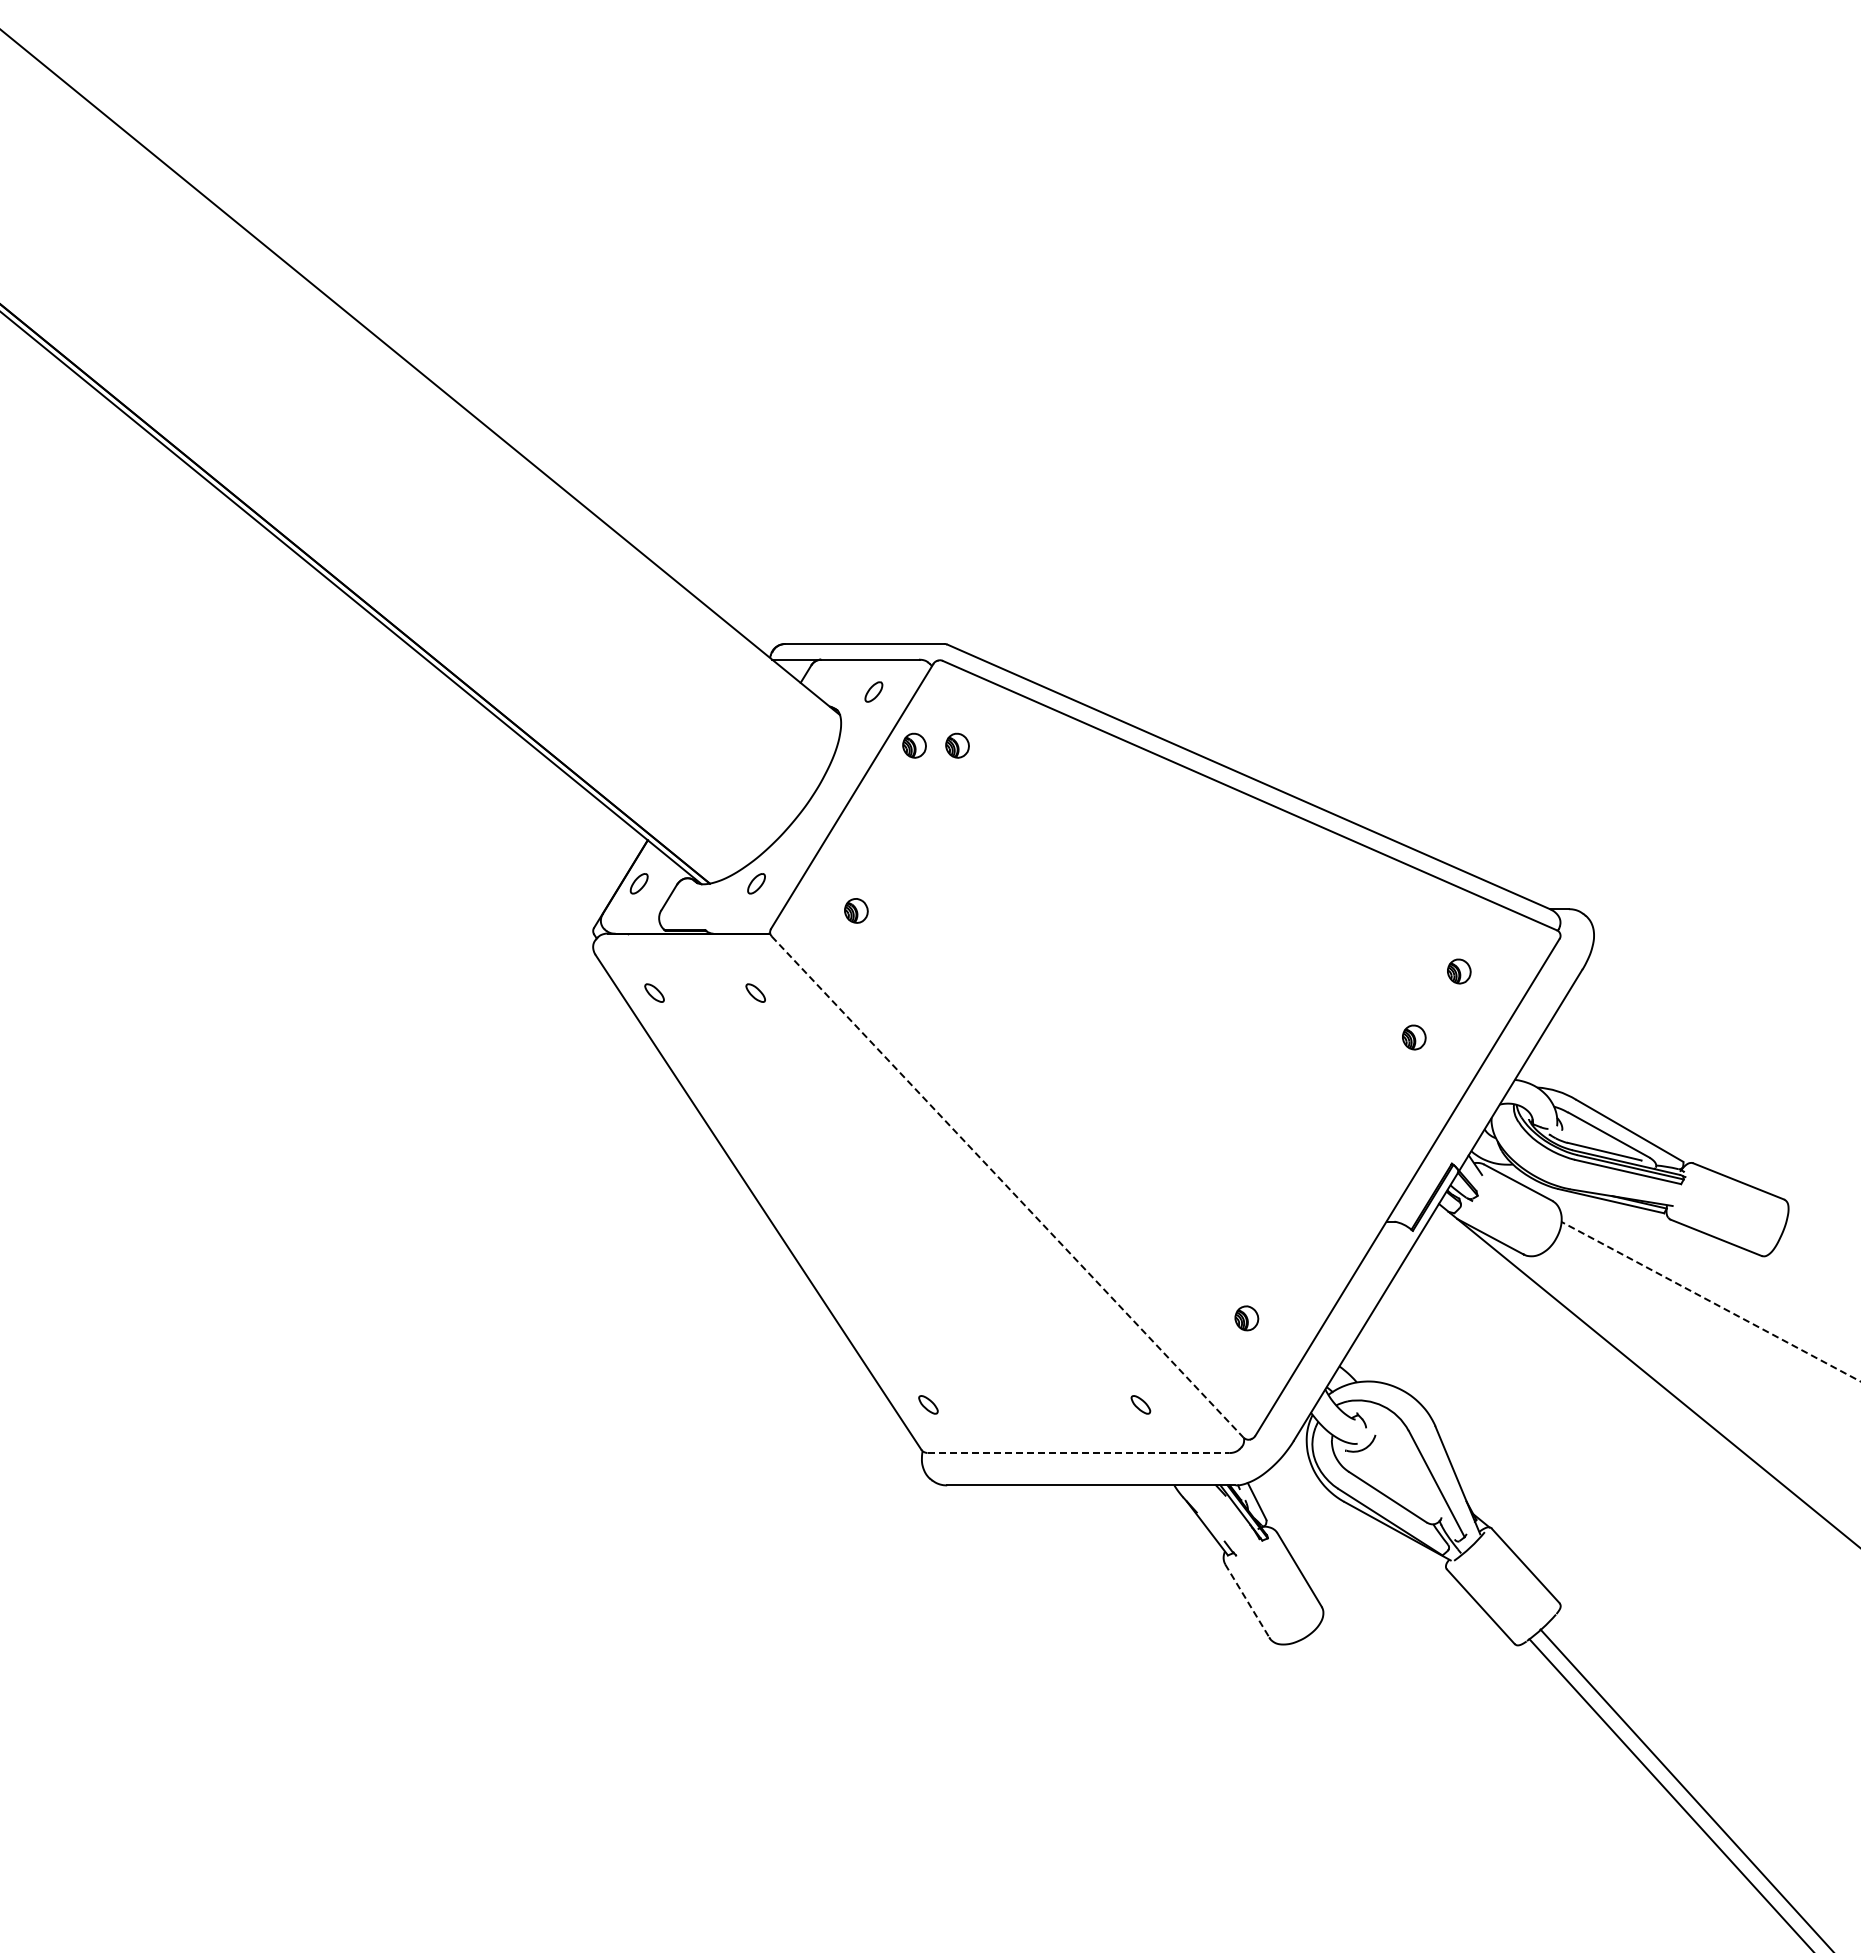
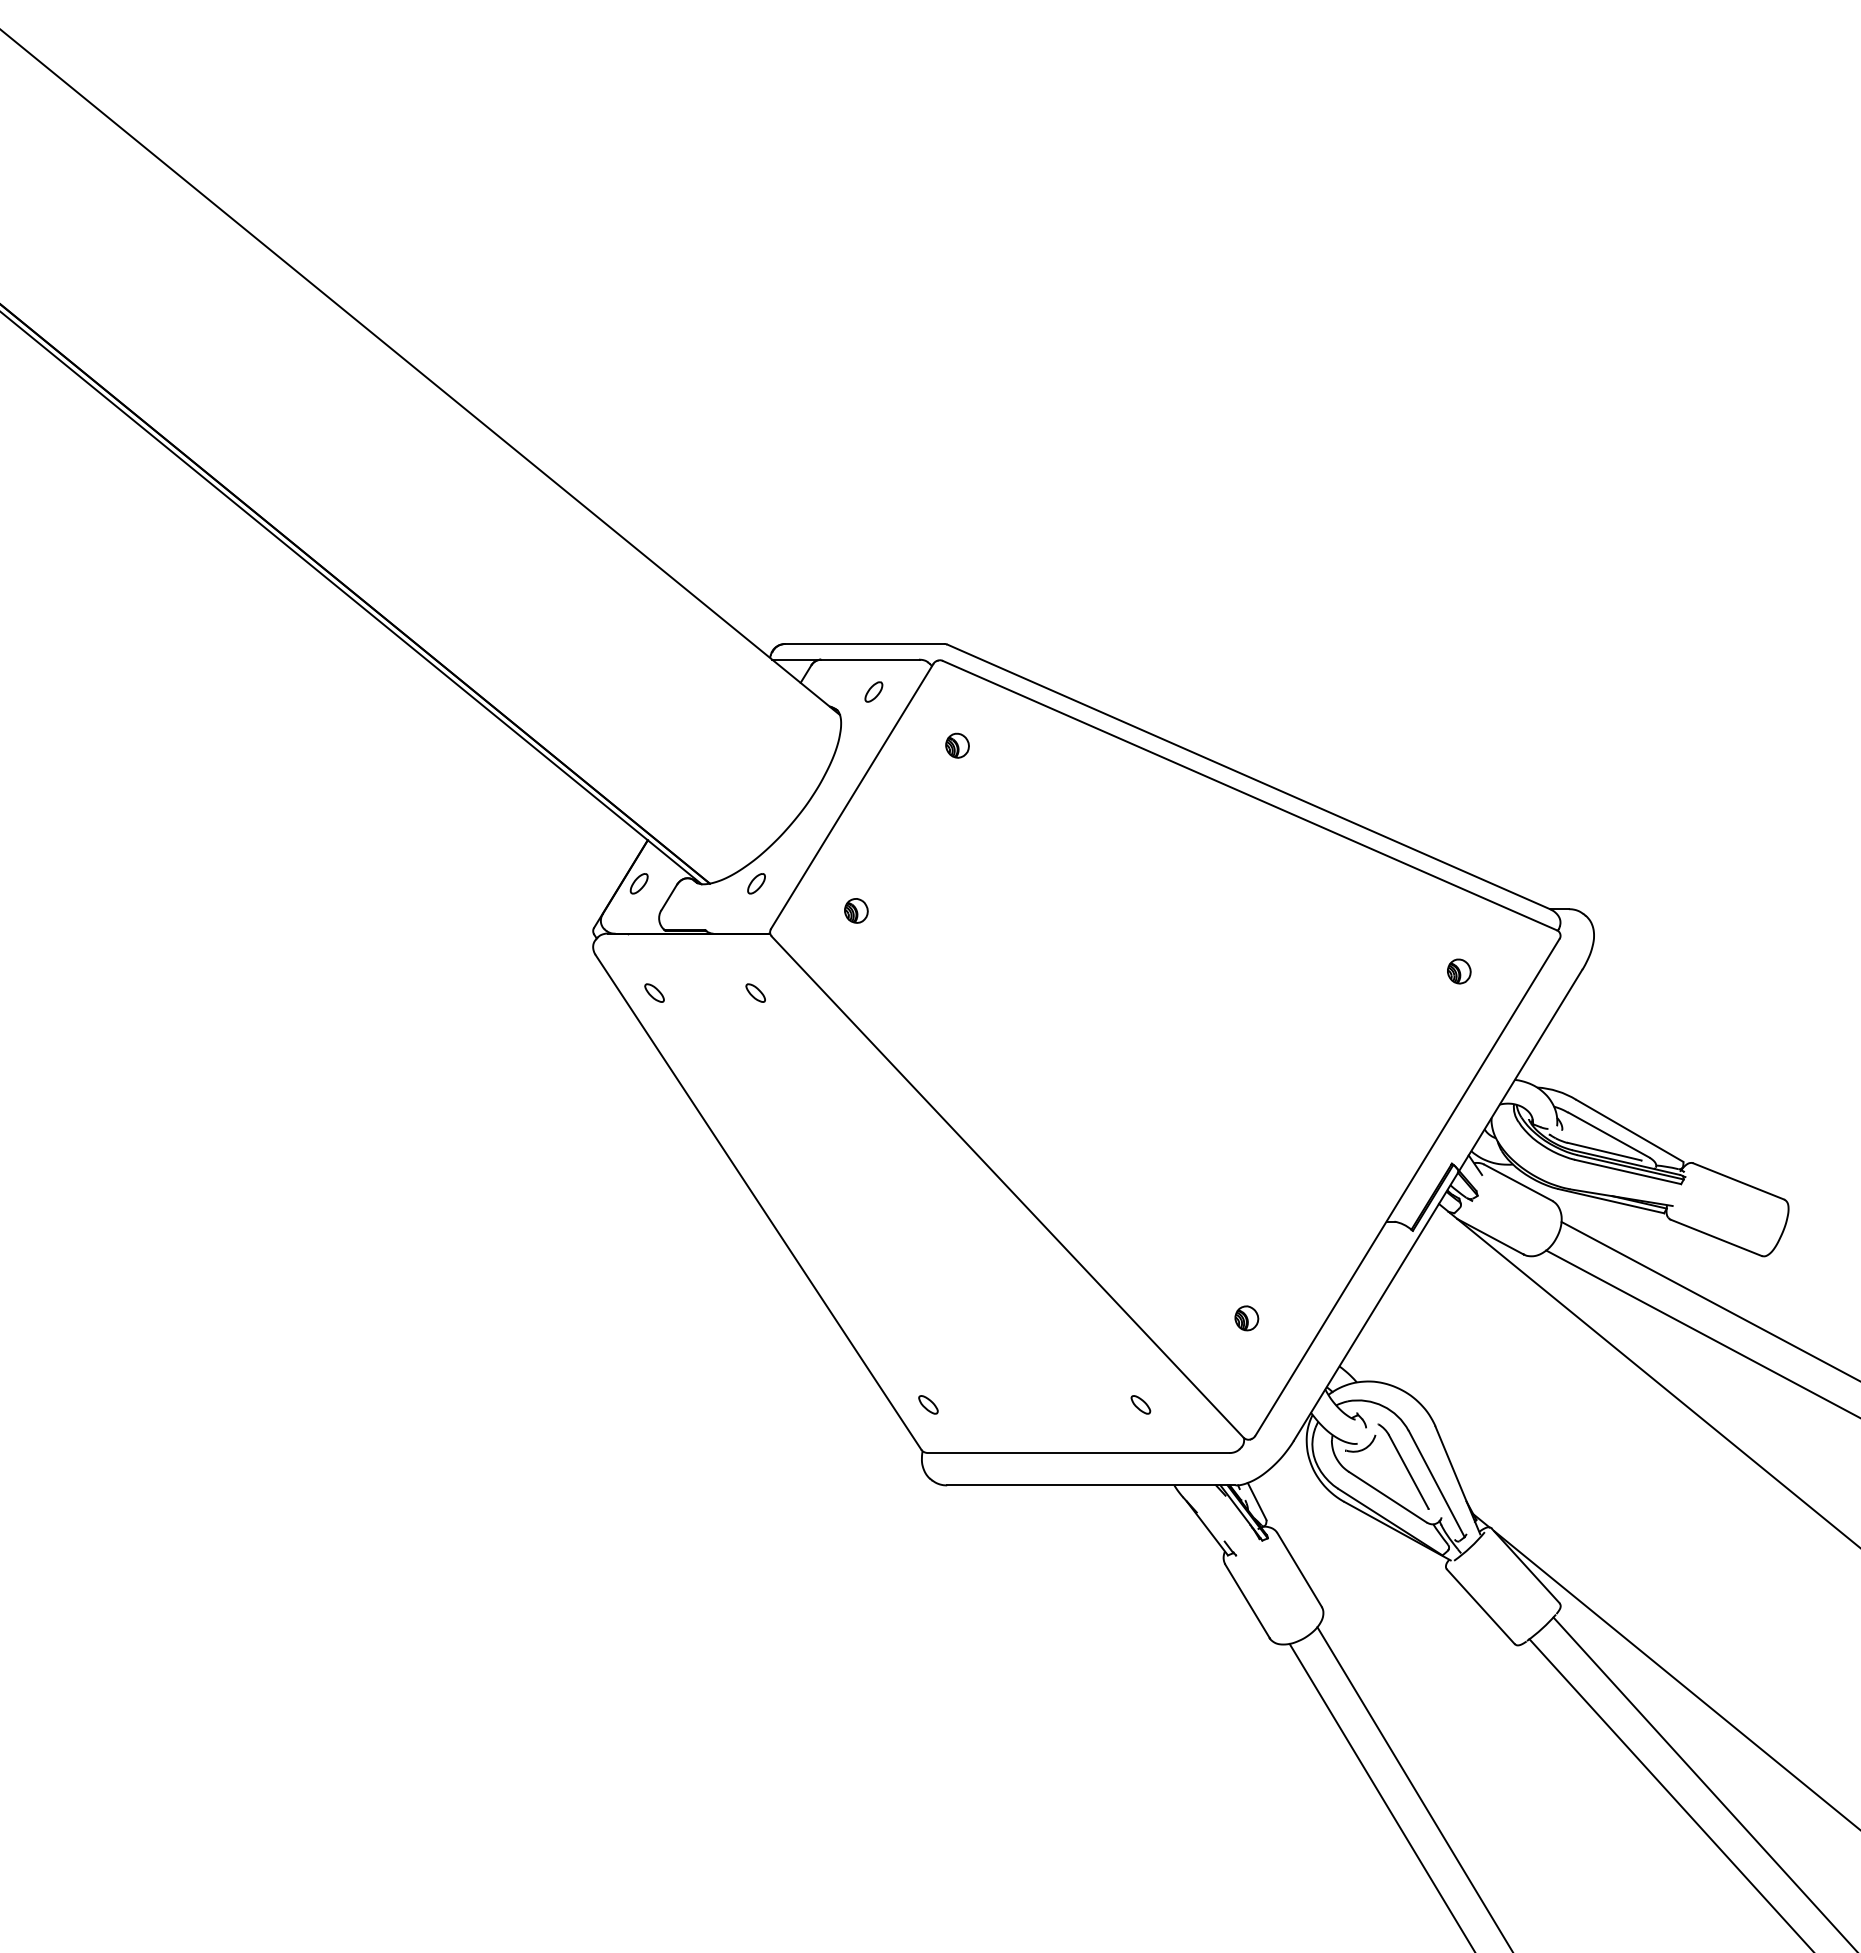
part at (914, 745): present -> none
part at (1414, 1037): present -> none
line at (1007, 1186): dashed -> solid
line at (1710, 1301): dashed -> solid
line at (1701, 1333): none -> present
line at (1078, 1453): dashed -> solid
part at (1403, 1466): none -> present
line at (1247, 1601): dashed -> solid
line at (1675, 1679): none -> present
line at (1414, 1788): none -> present
line at (1685, 1789) position: (1685, 1789) -> (1703, 1783)
line at (1381, 1796): none -> present
